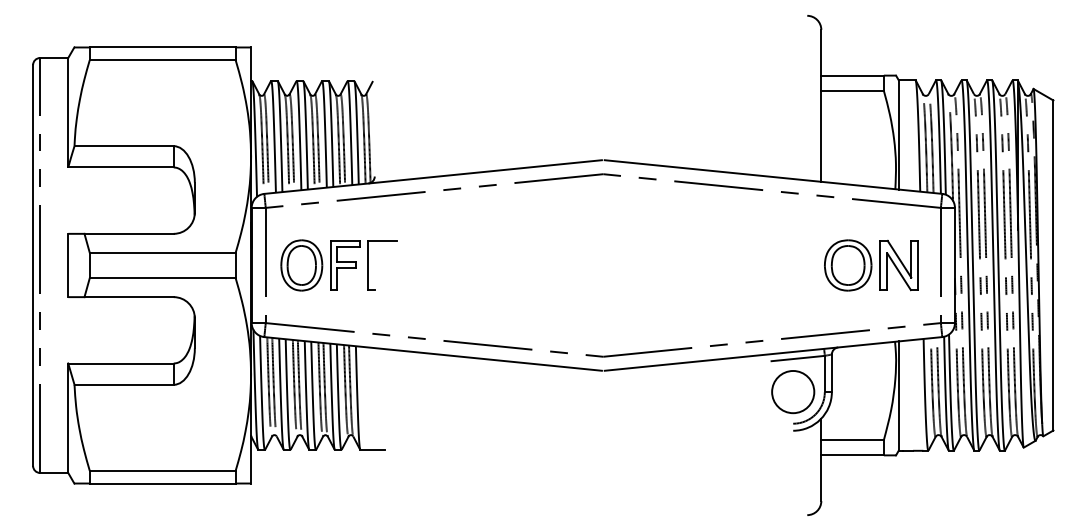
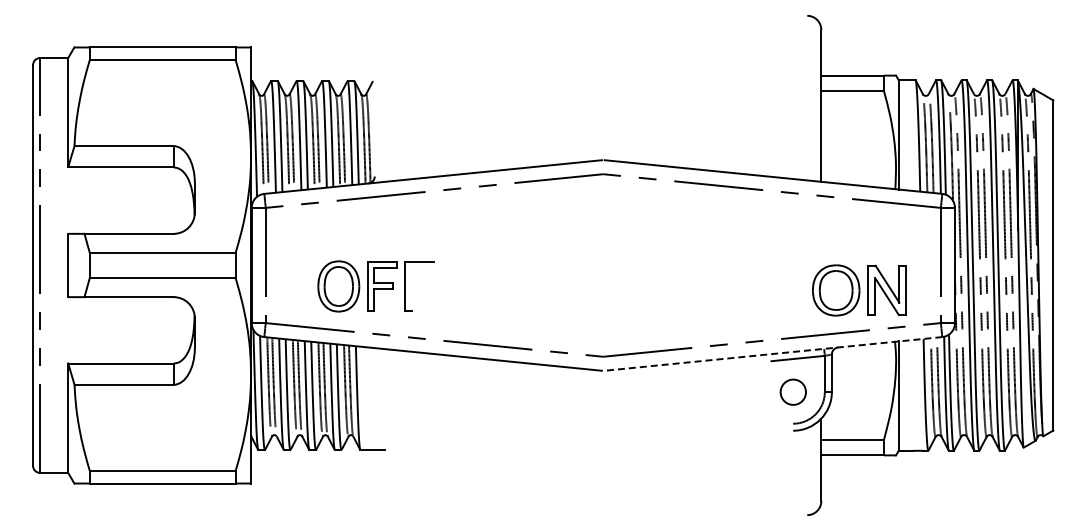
part at (338, 265) position: (338, 265) -> (375, 286)
part at (871, 265) position: (871, 265) -> (859, 290)
line at (773, 353): solid -> dashed
circle at (793, 392) size: 45x45 px -> 28x28 px
